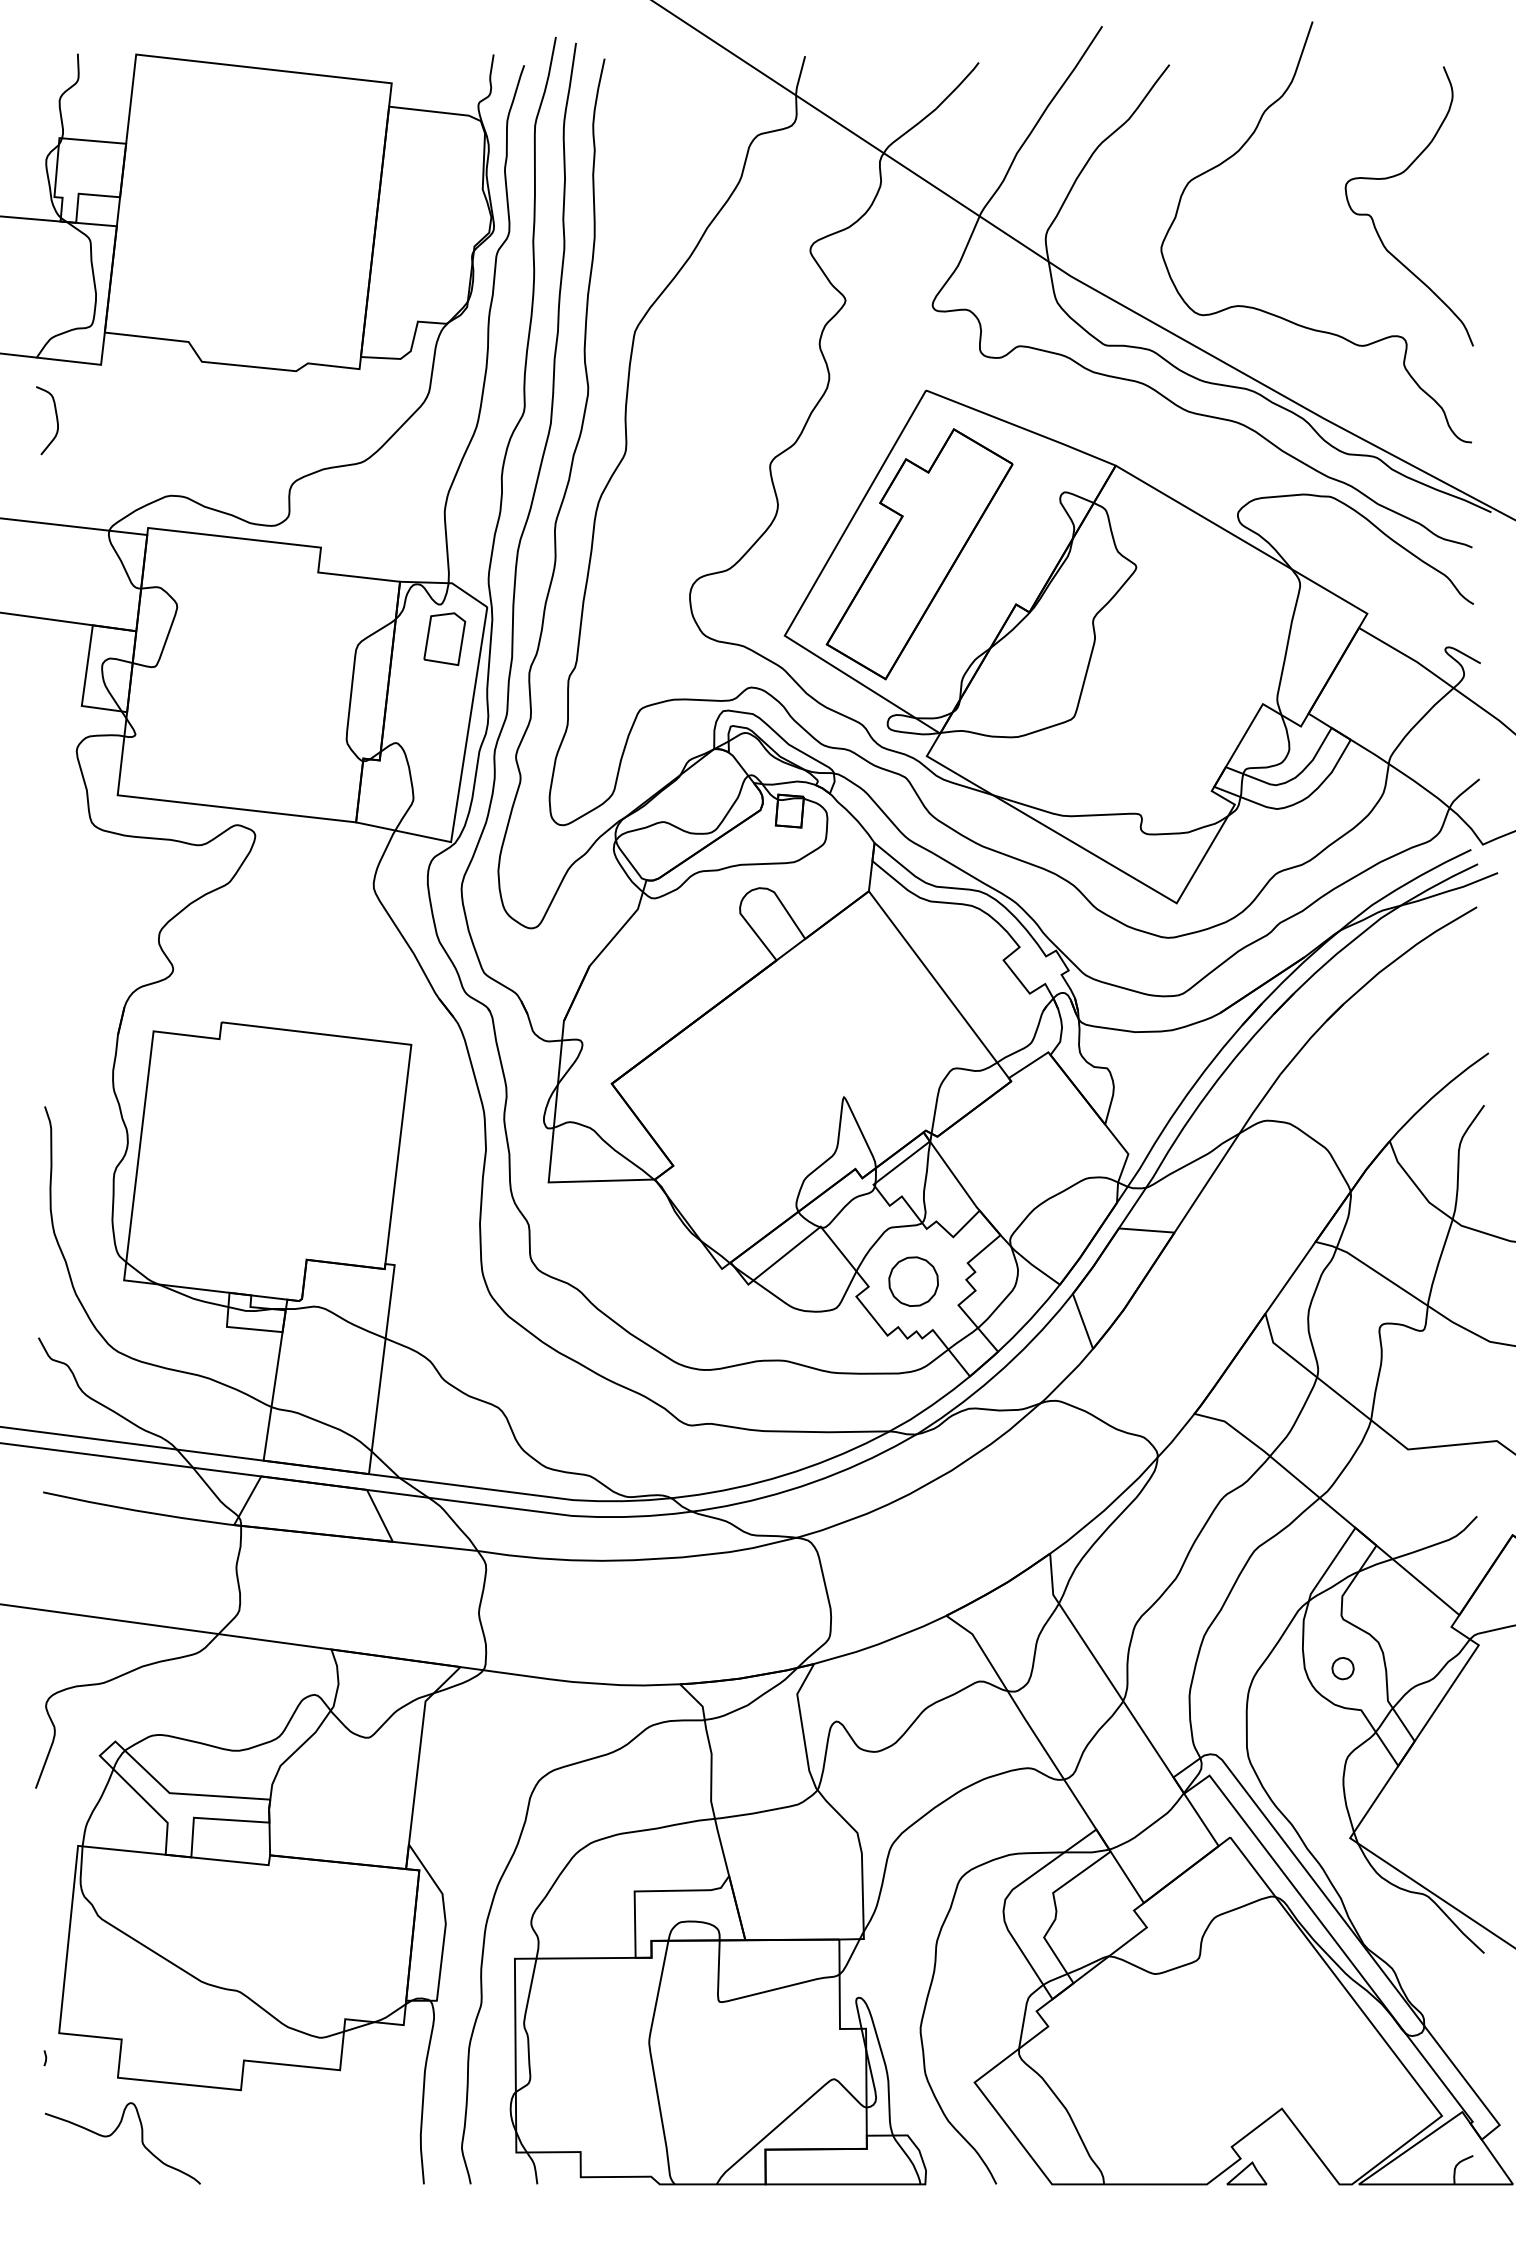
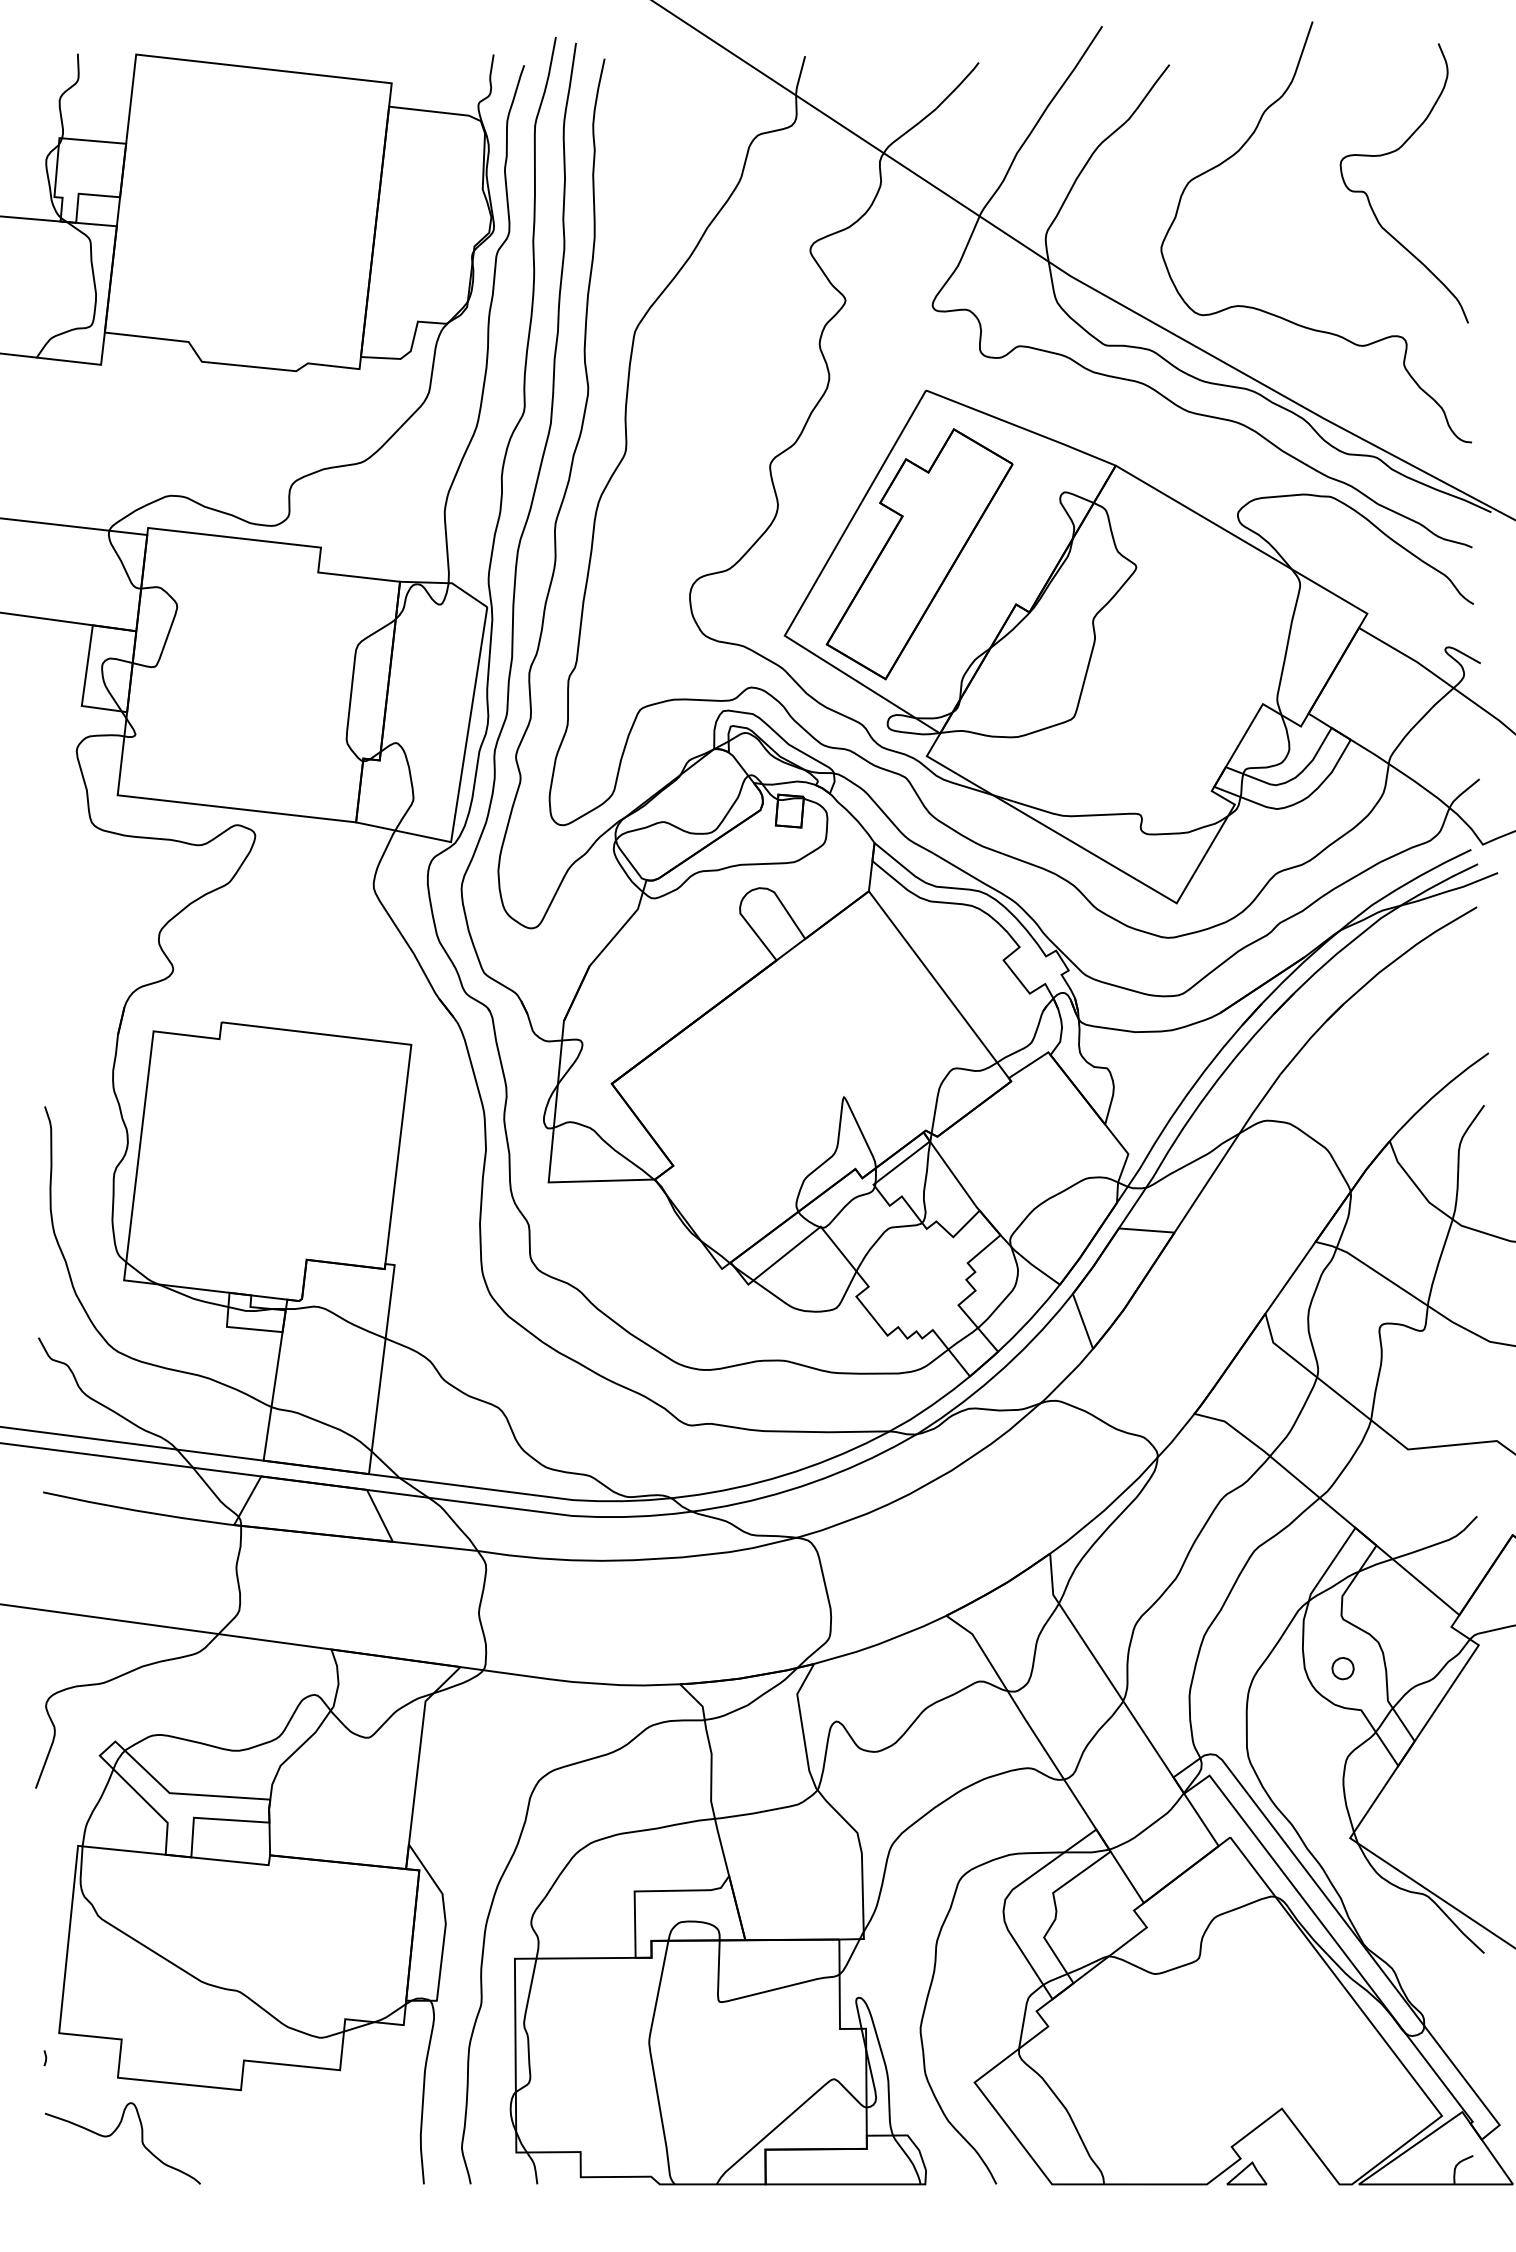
curve at (1399, 175) position: (1399, 175) -> (1394, 152)
curve at (56, 420): present -> none
part at (444, 639): present -> none
part at (913, 1281): present -> none
